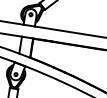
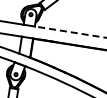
line at (70, 32): solid -> dashed
